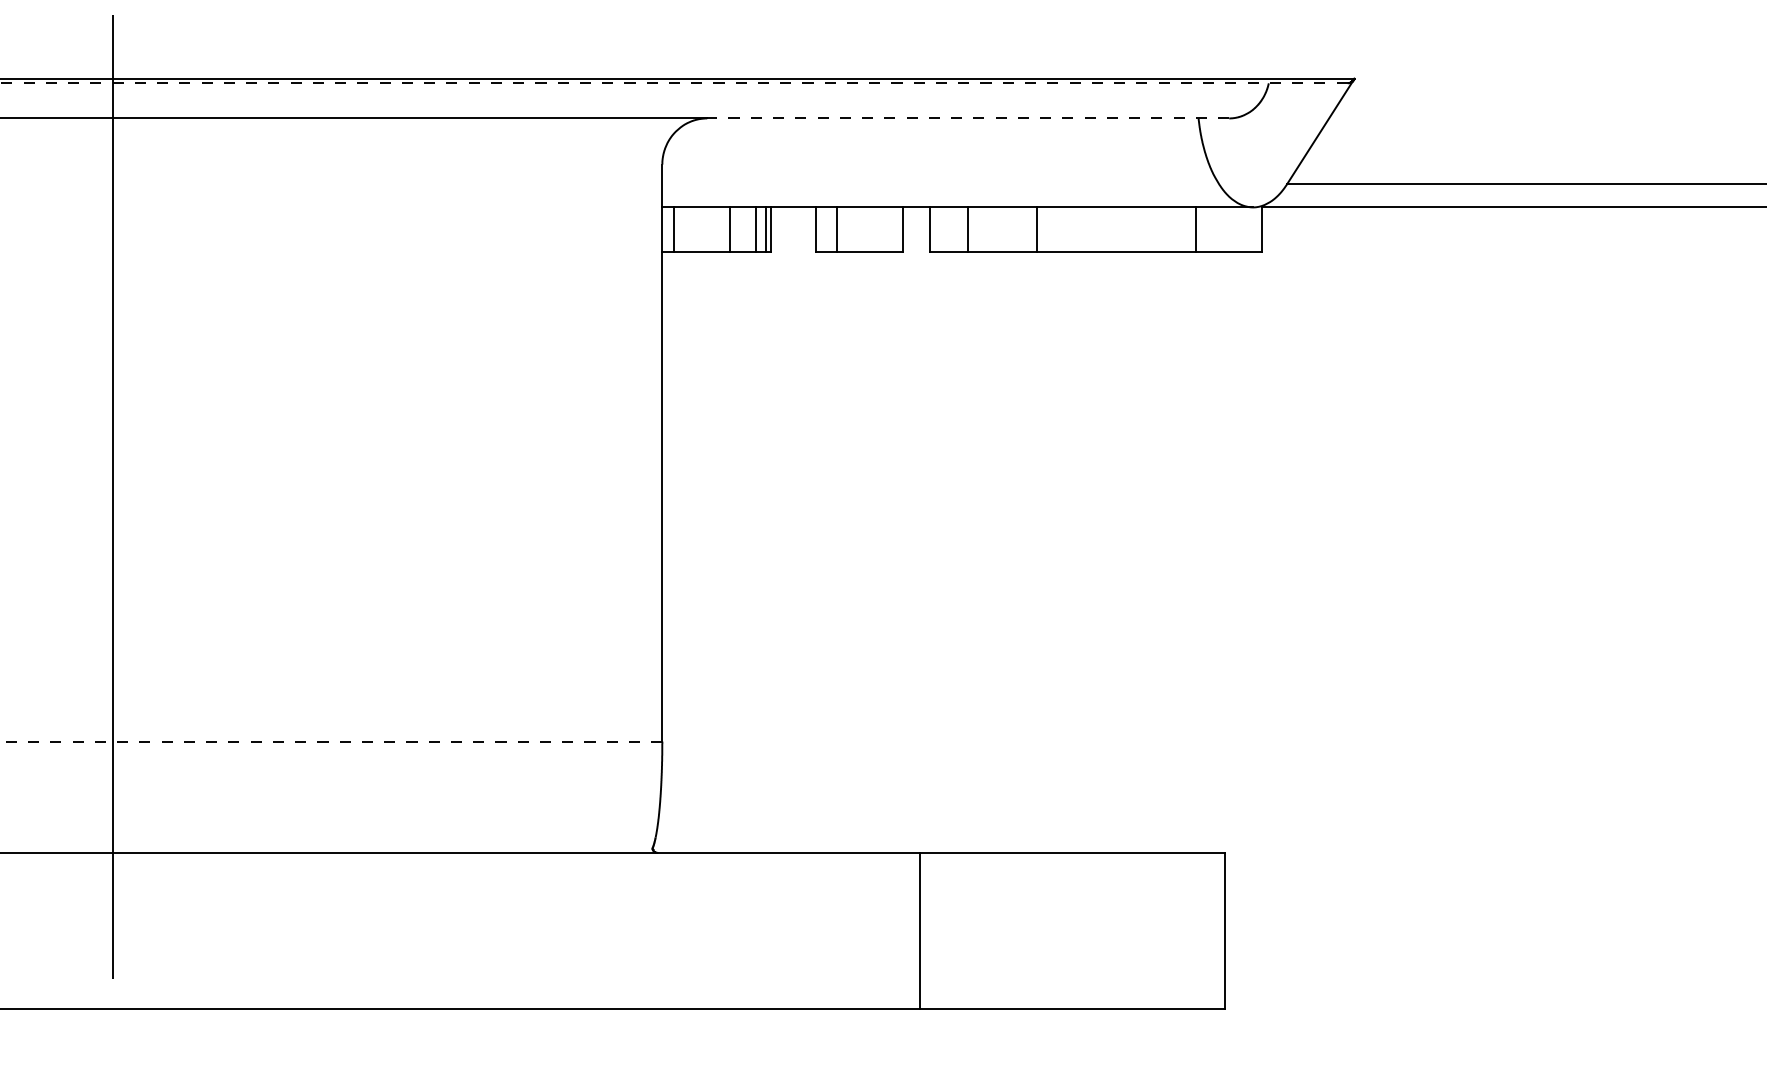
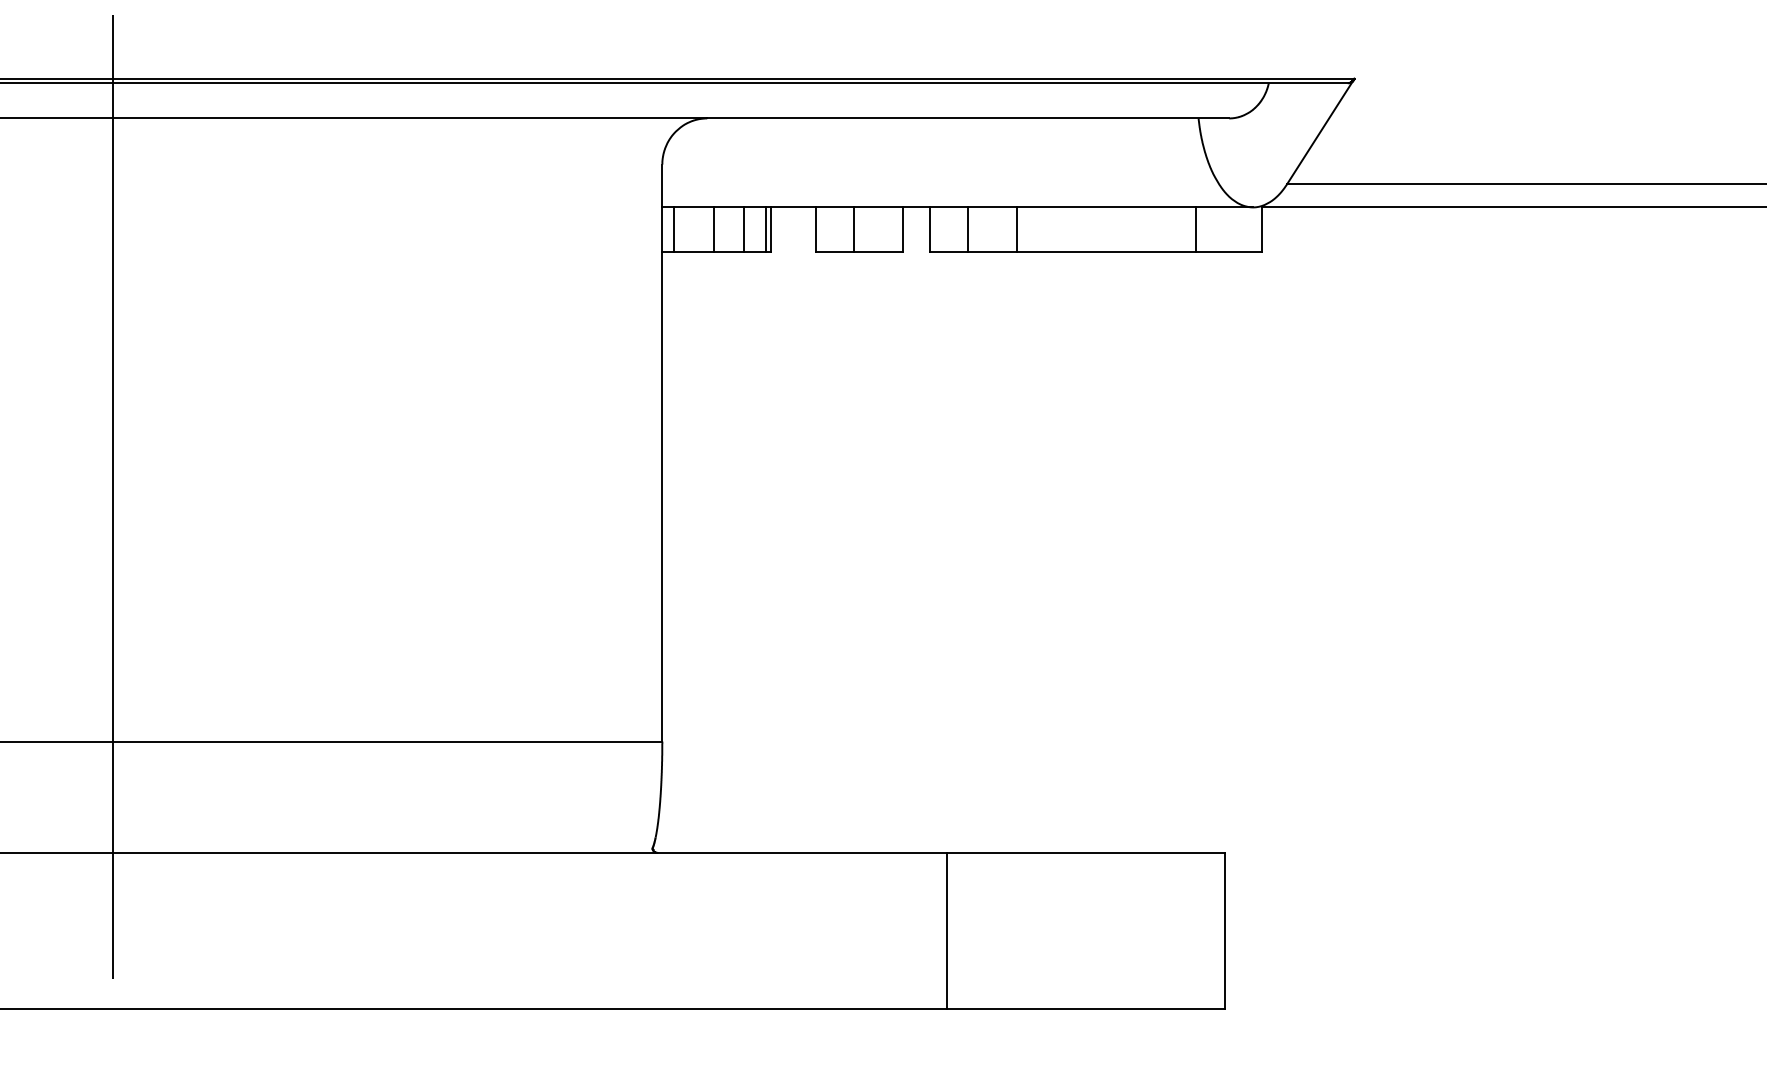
line at (673, 83): dashed -> solid
line at (968, 118): dashed -> solid
line at (730, 229) position: (730, 229) -> (714, 229)
line at (756, 229) position: (756, 229) -> (744, 229)
line at (836, 229) position: (836, 229) -> (853, 229)
line at (1036, 229) position: (1036, 229) -> (1016, 229)
line at (331, 741): dashed -> solid
line at (920, 930) position: (920, 930) -> (947, 930)
